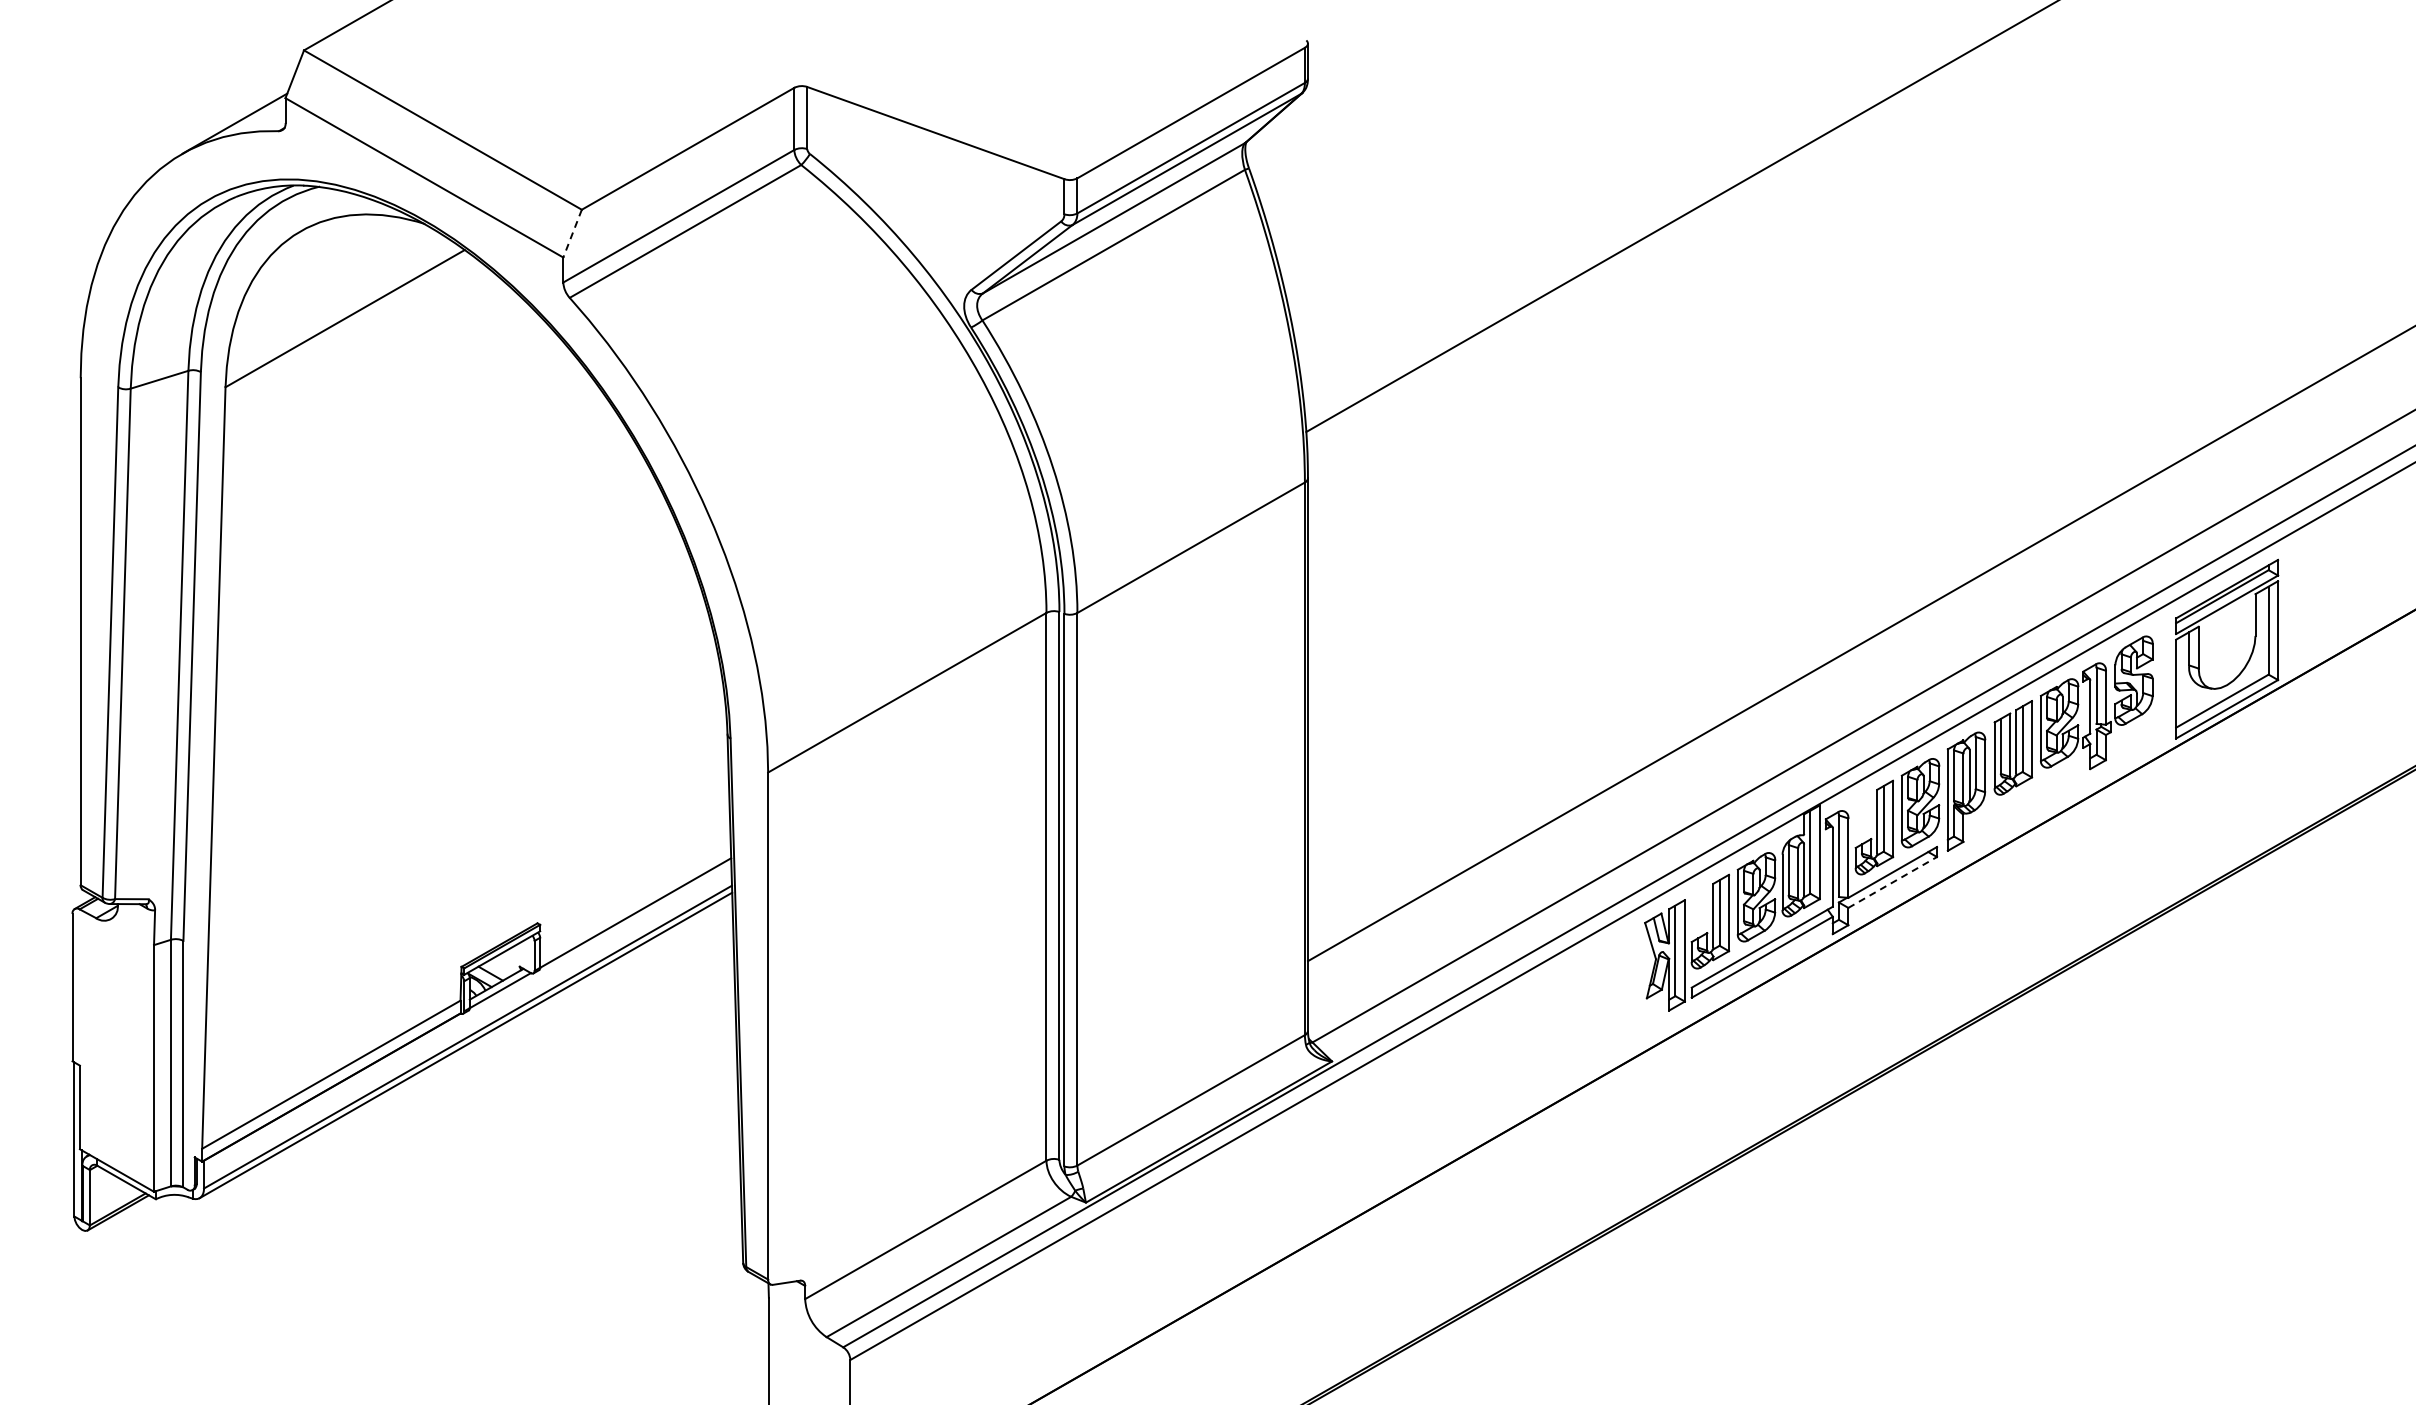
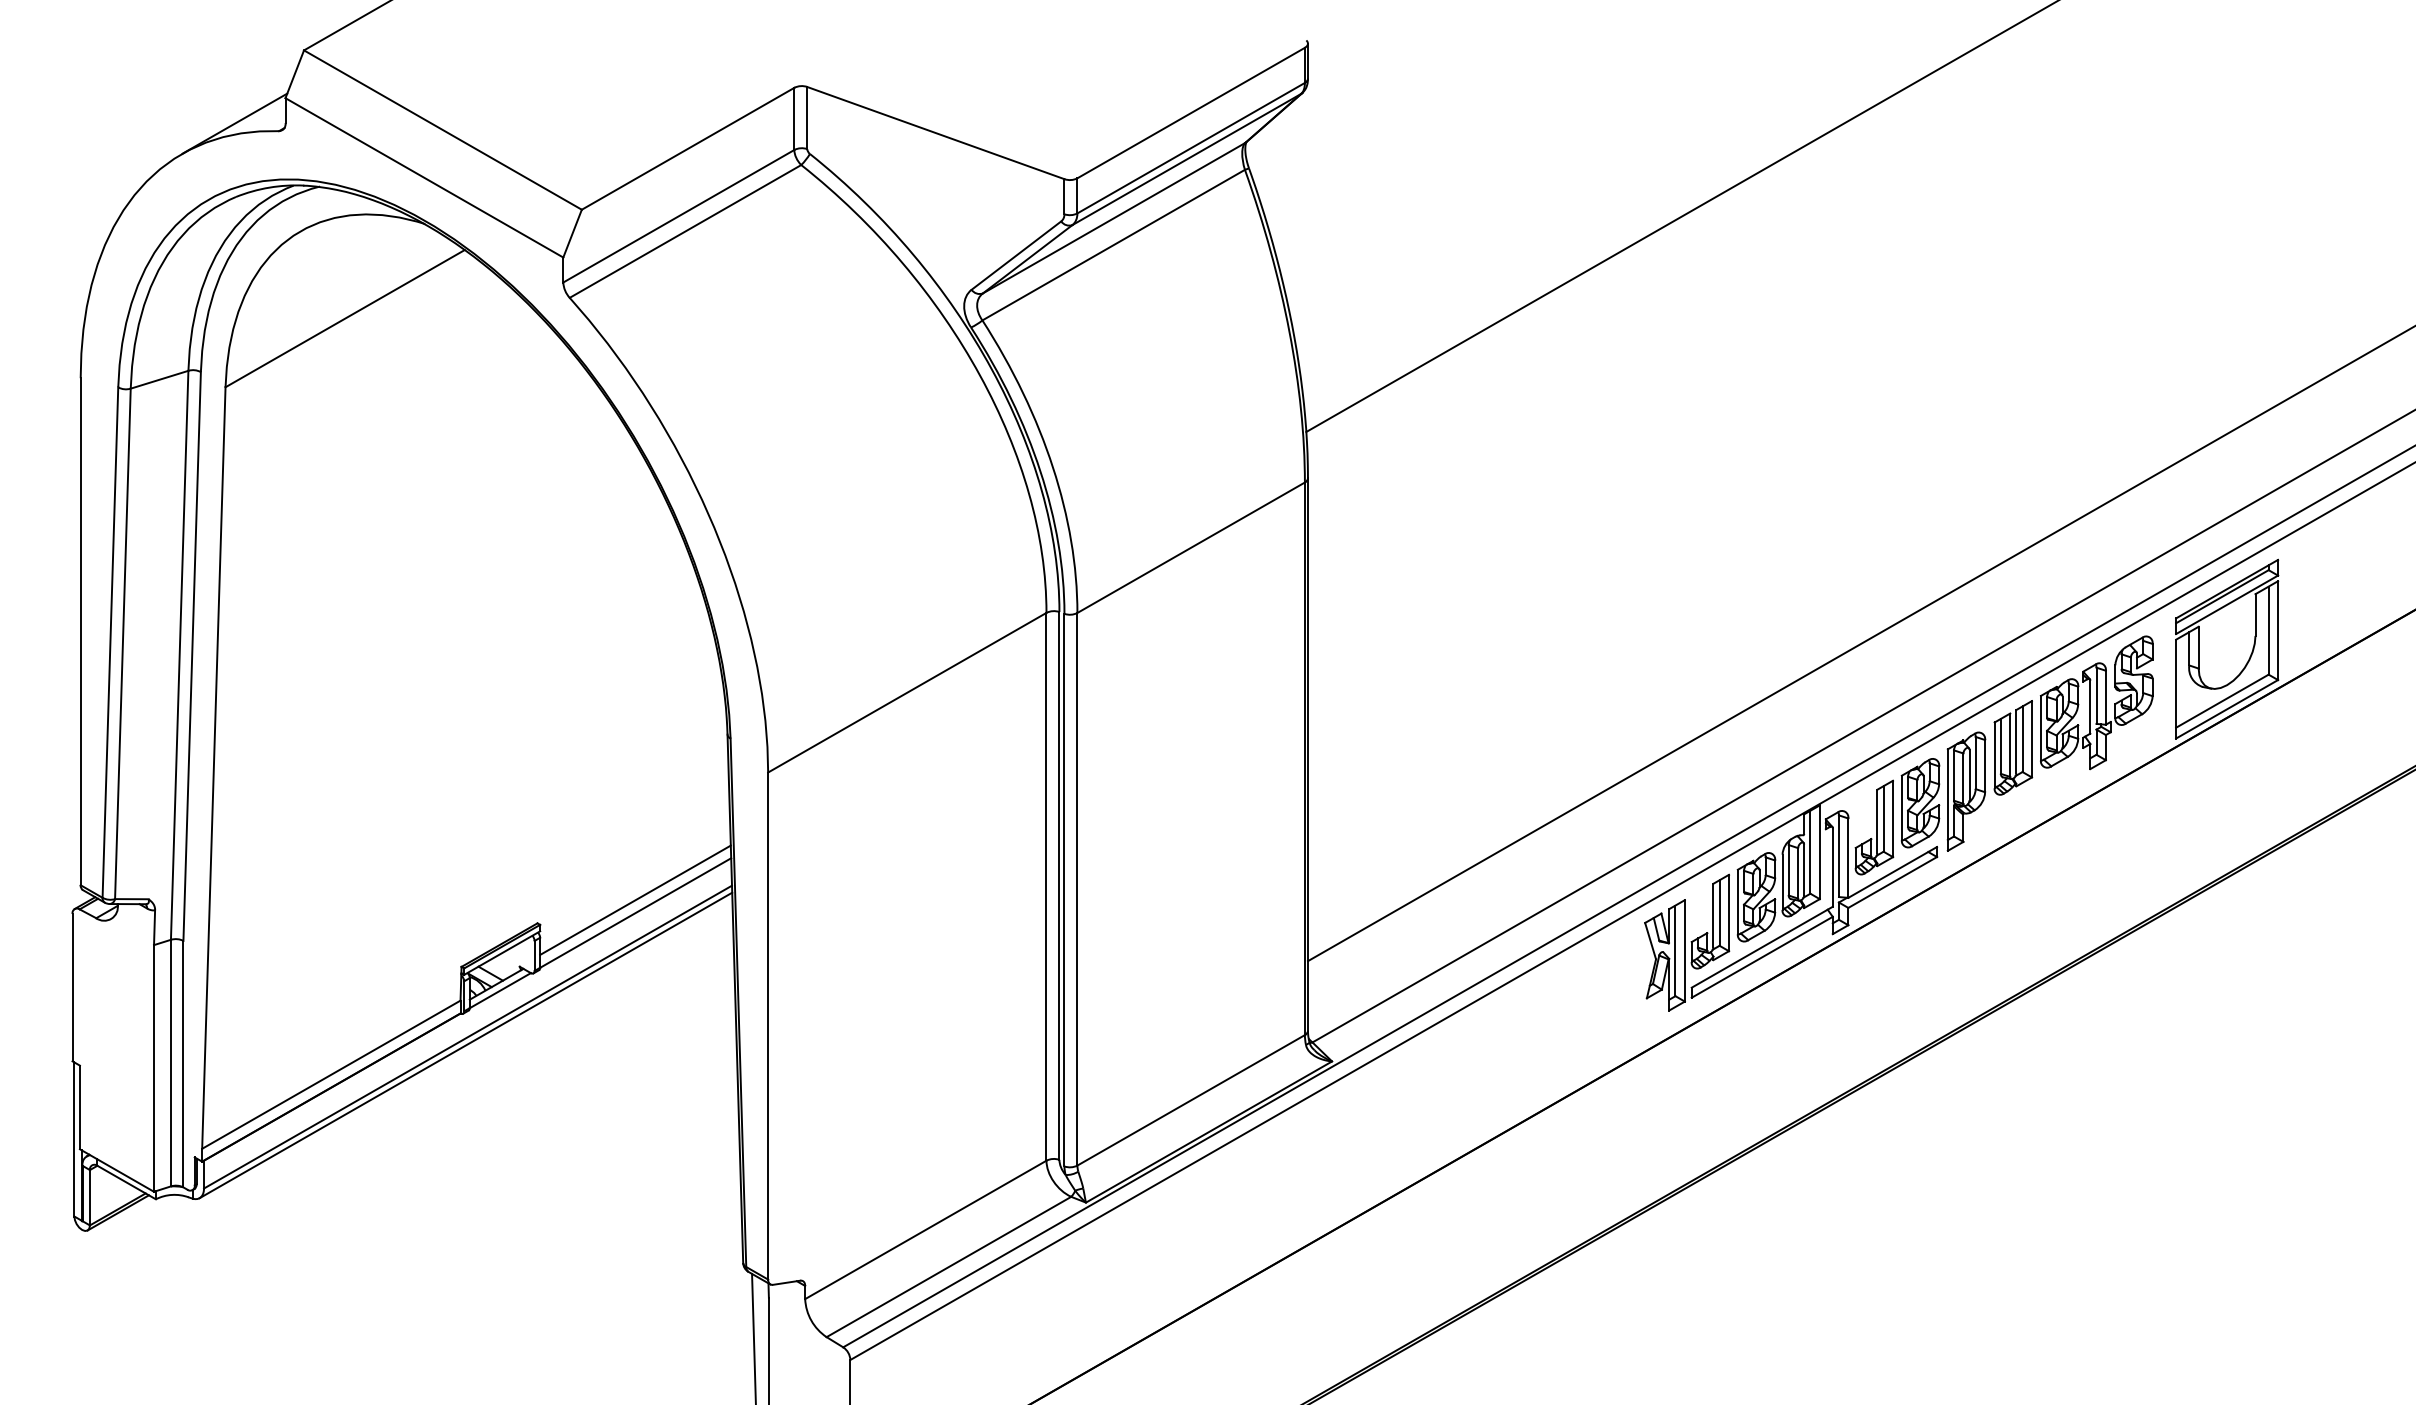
line at (572, 233): dashed -> solid
line at (1893, 882): dashed -> solid
line at (635, 899): none -> present
line at (753, 1337): none -> present
